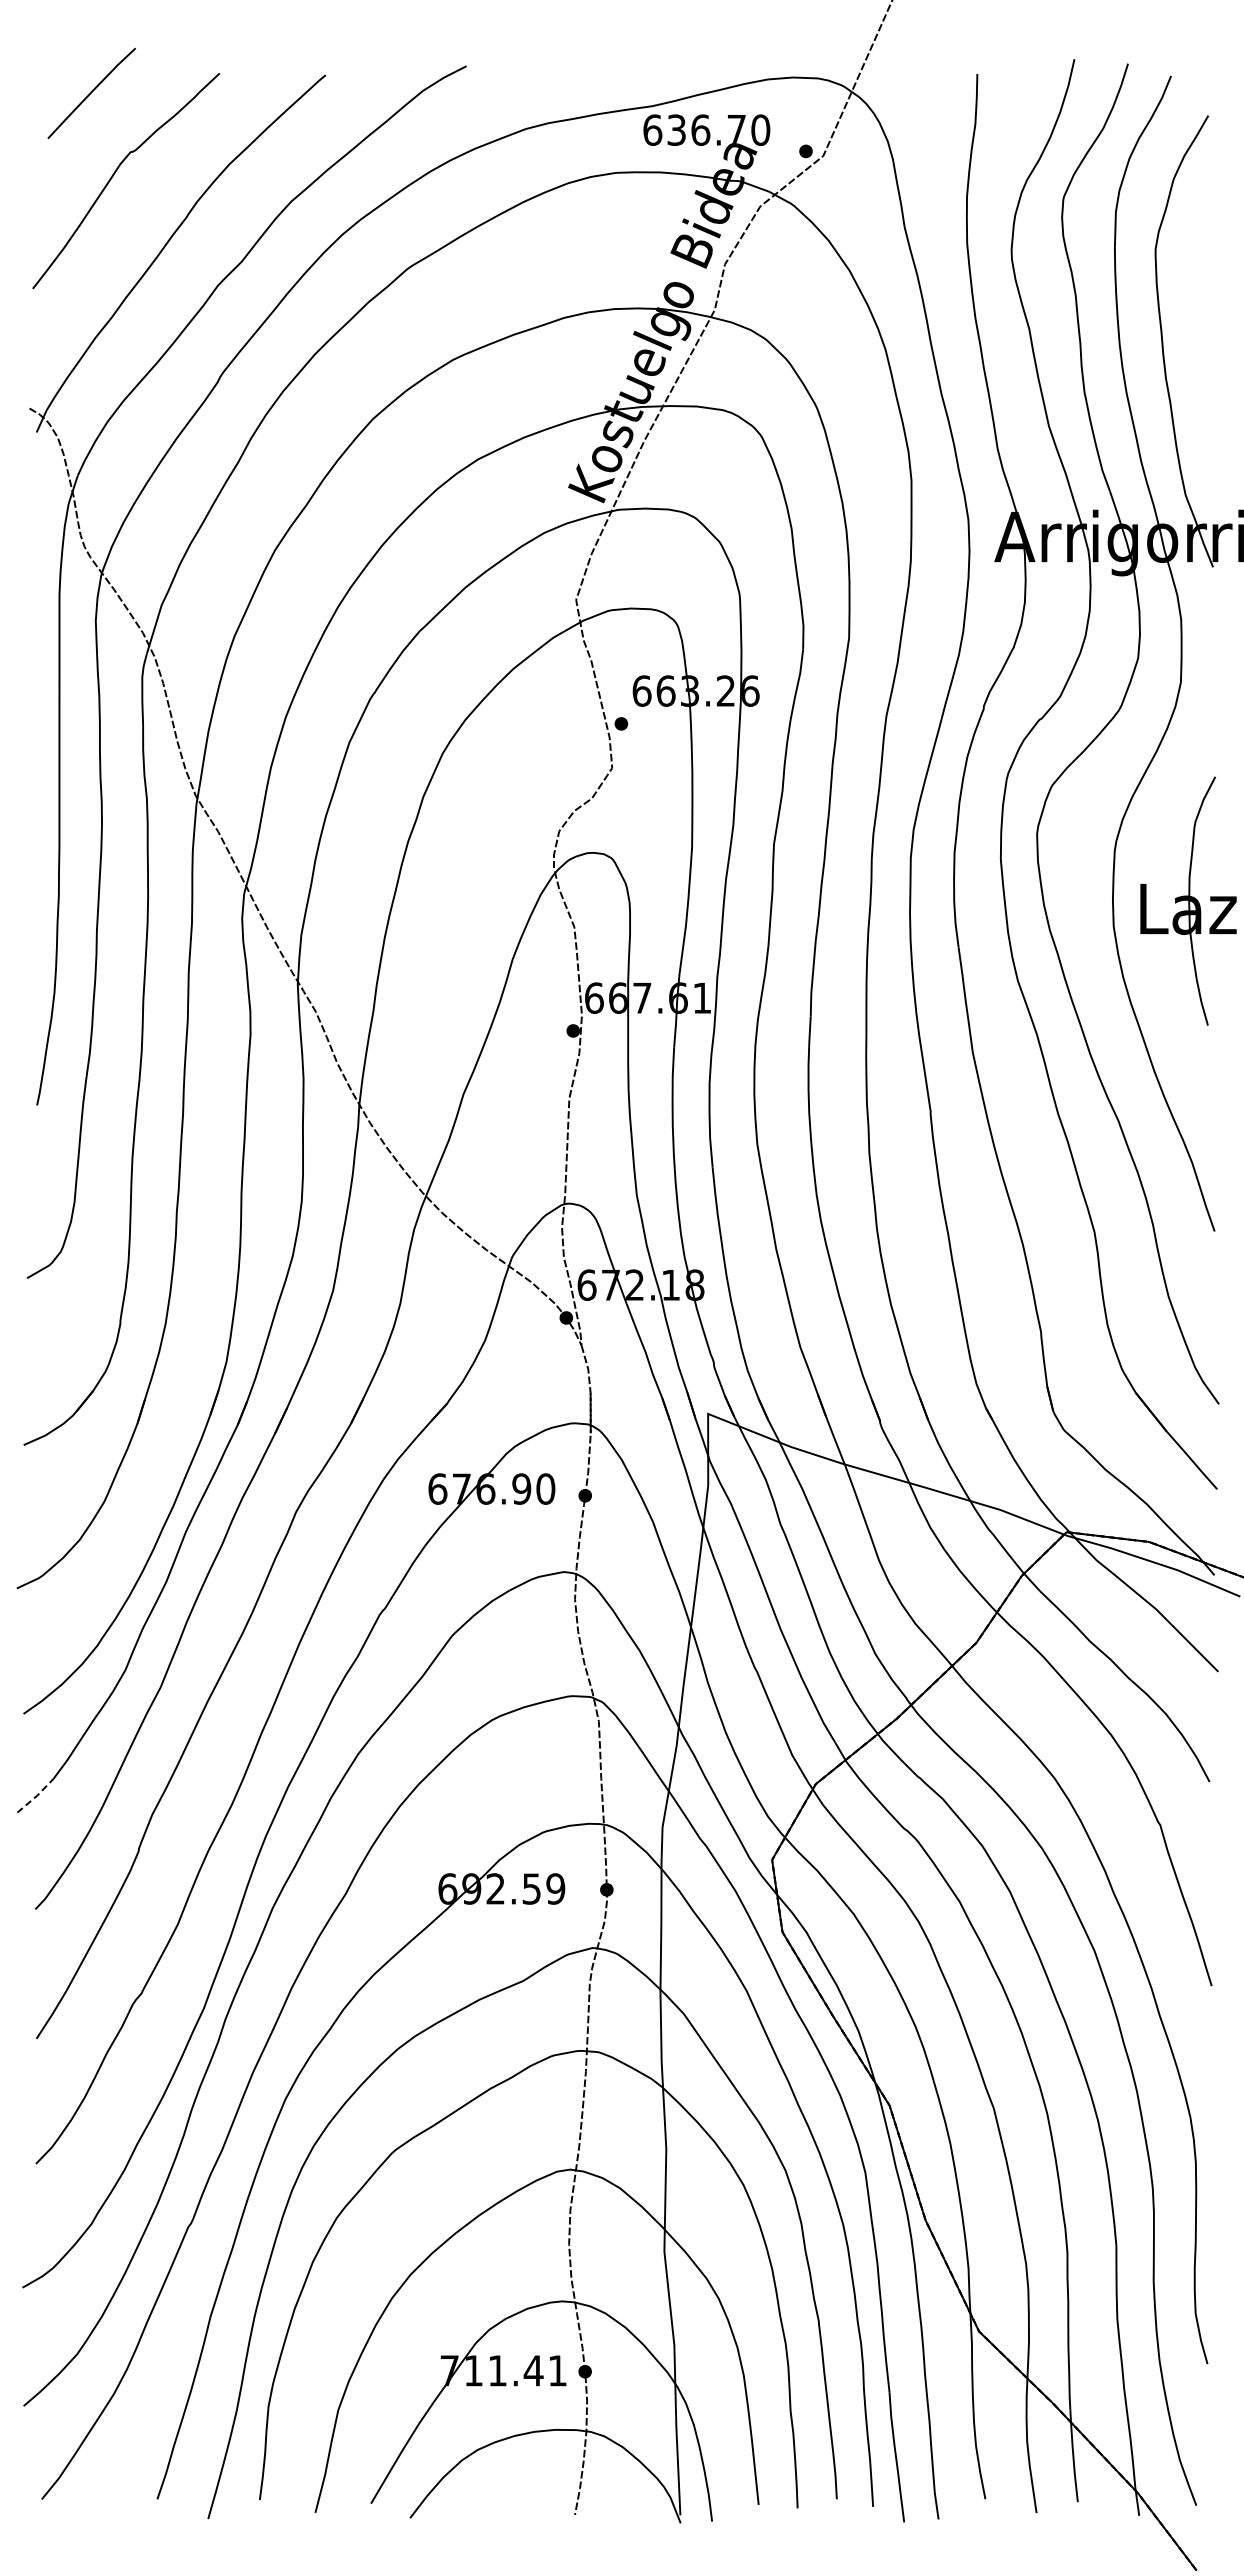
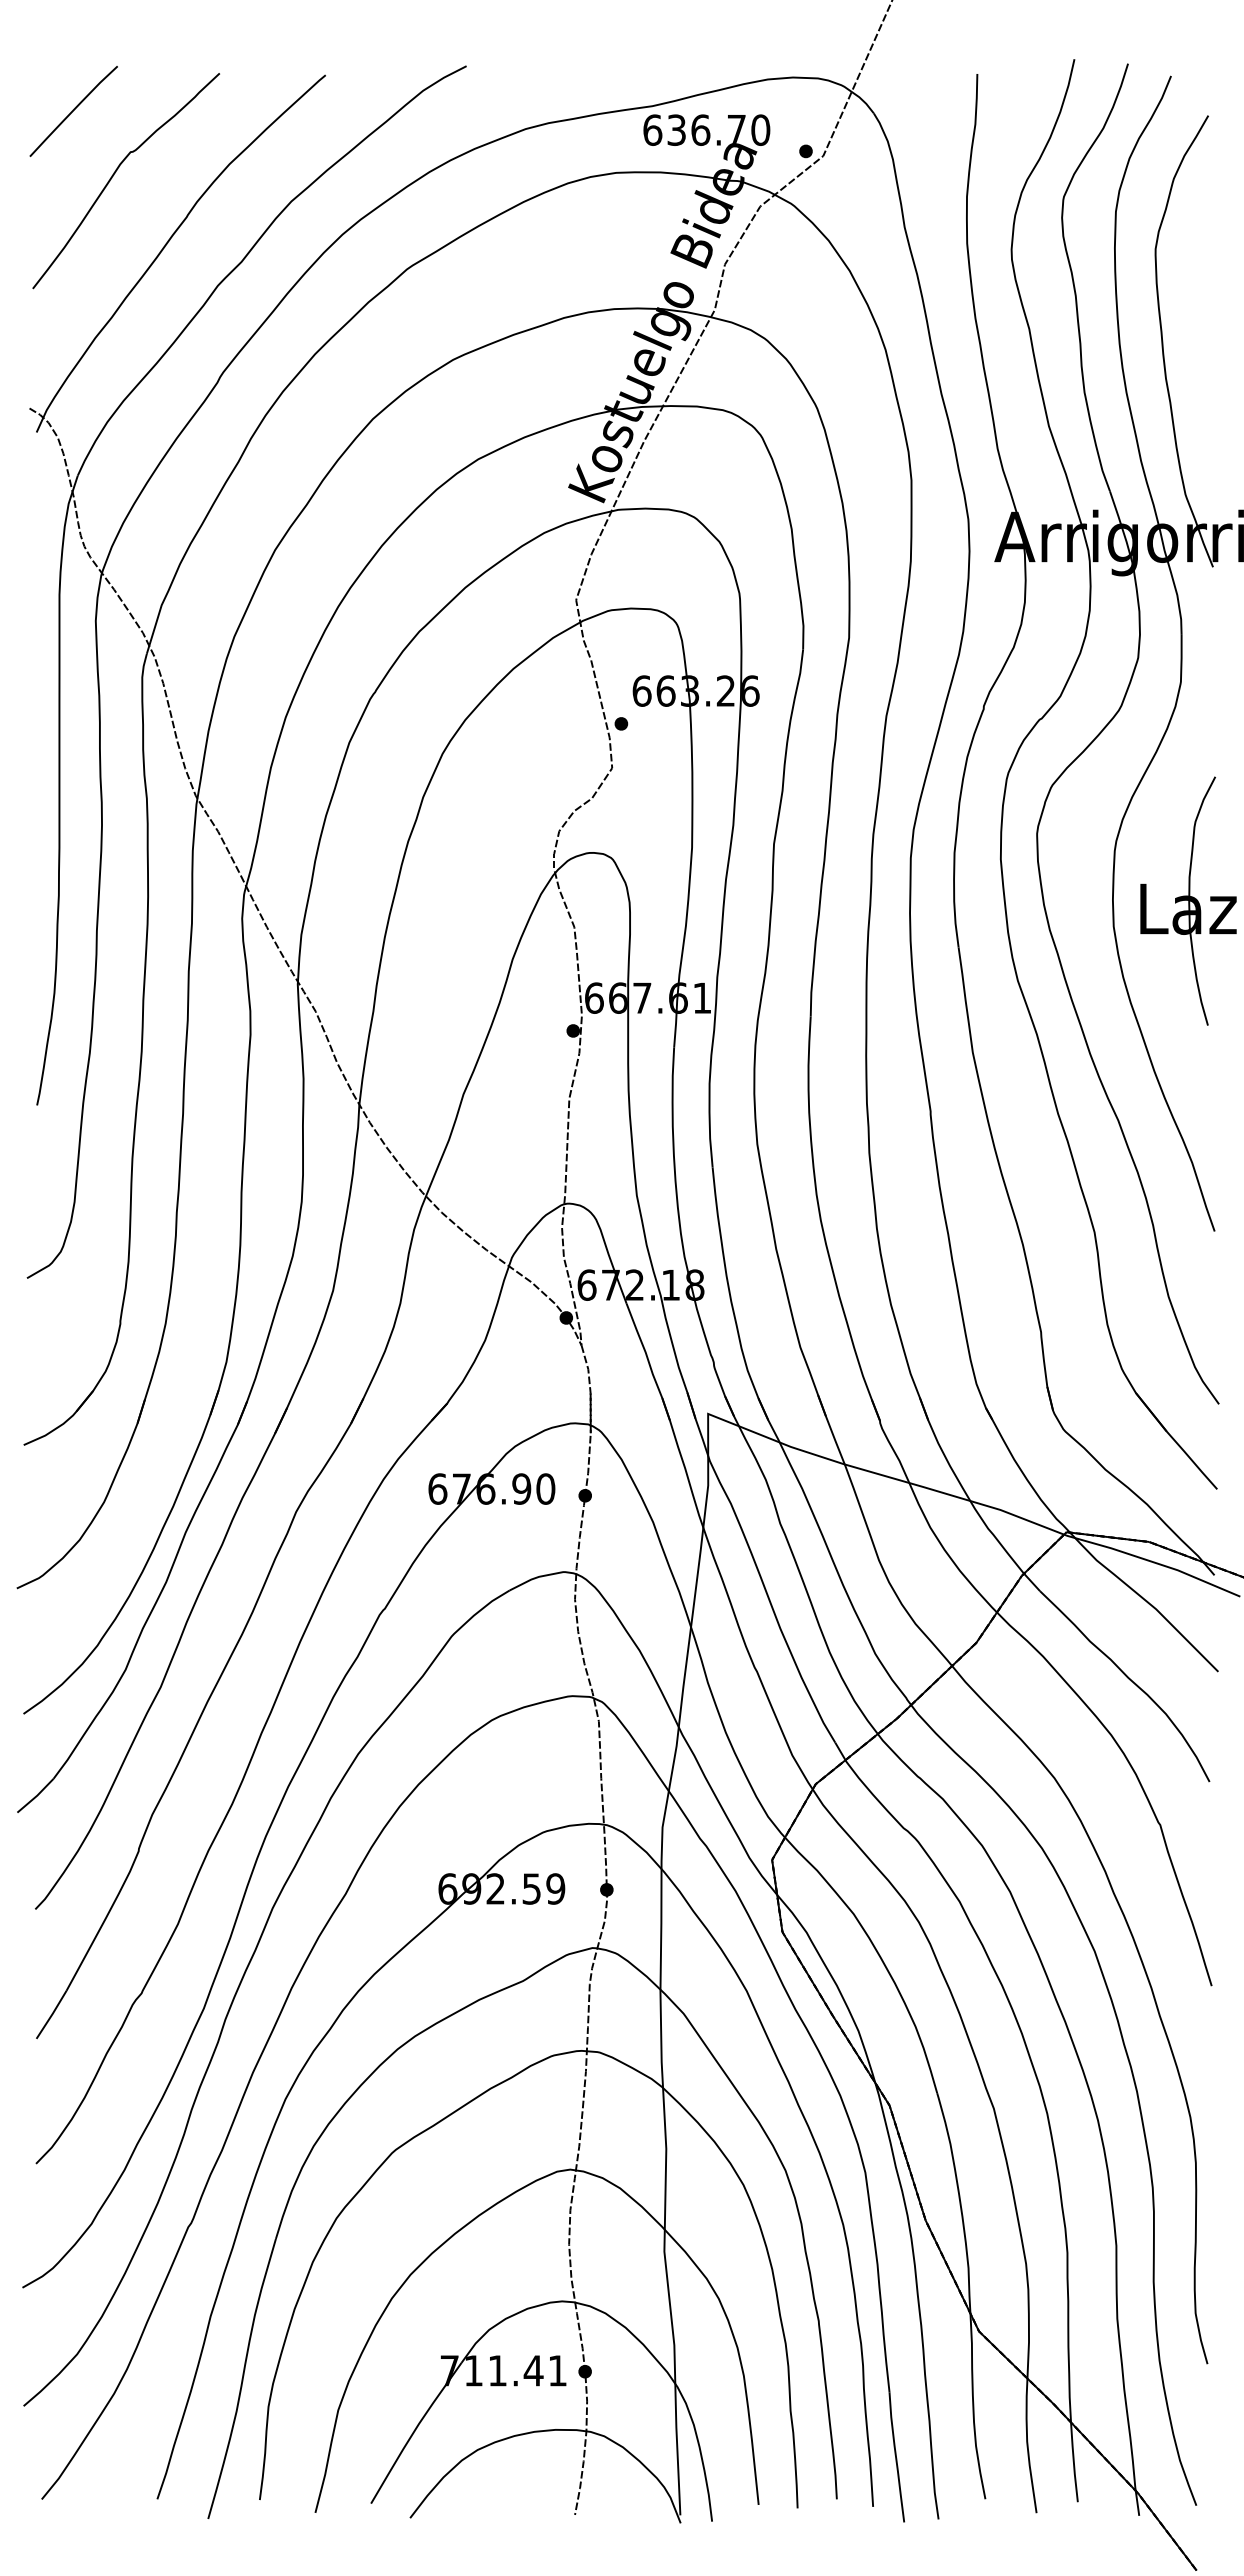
line at (91, 93) position: (91, 93) -> (73, 111)
line at (36, 1796): dashed -> solid
